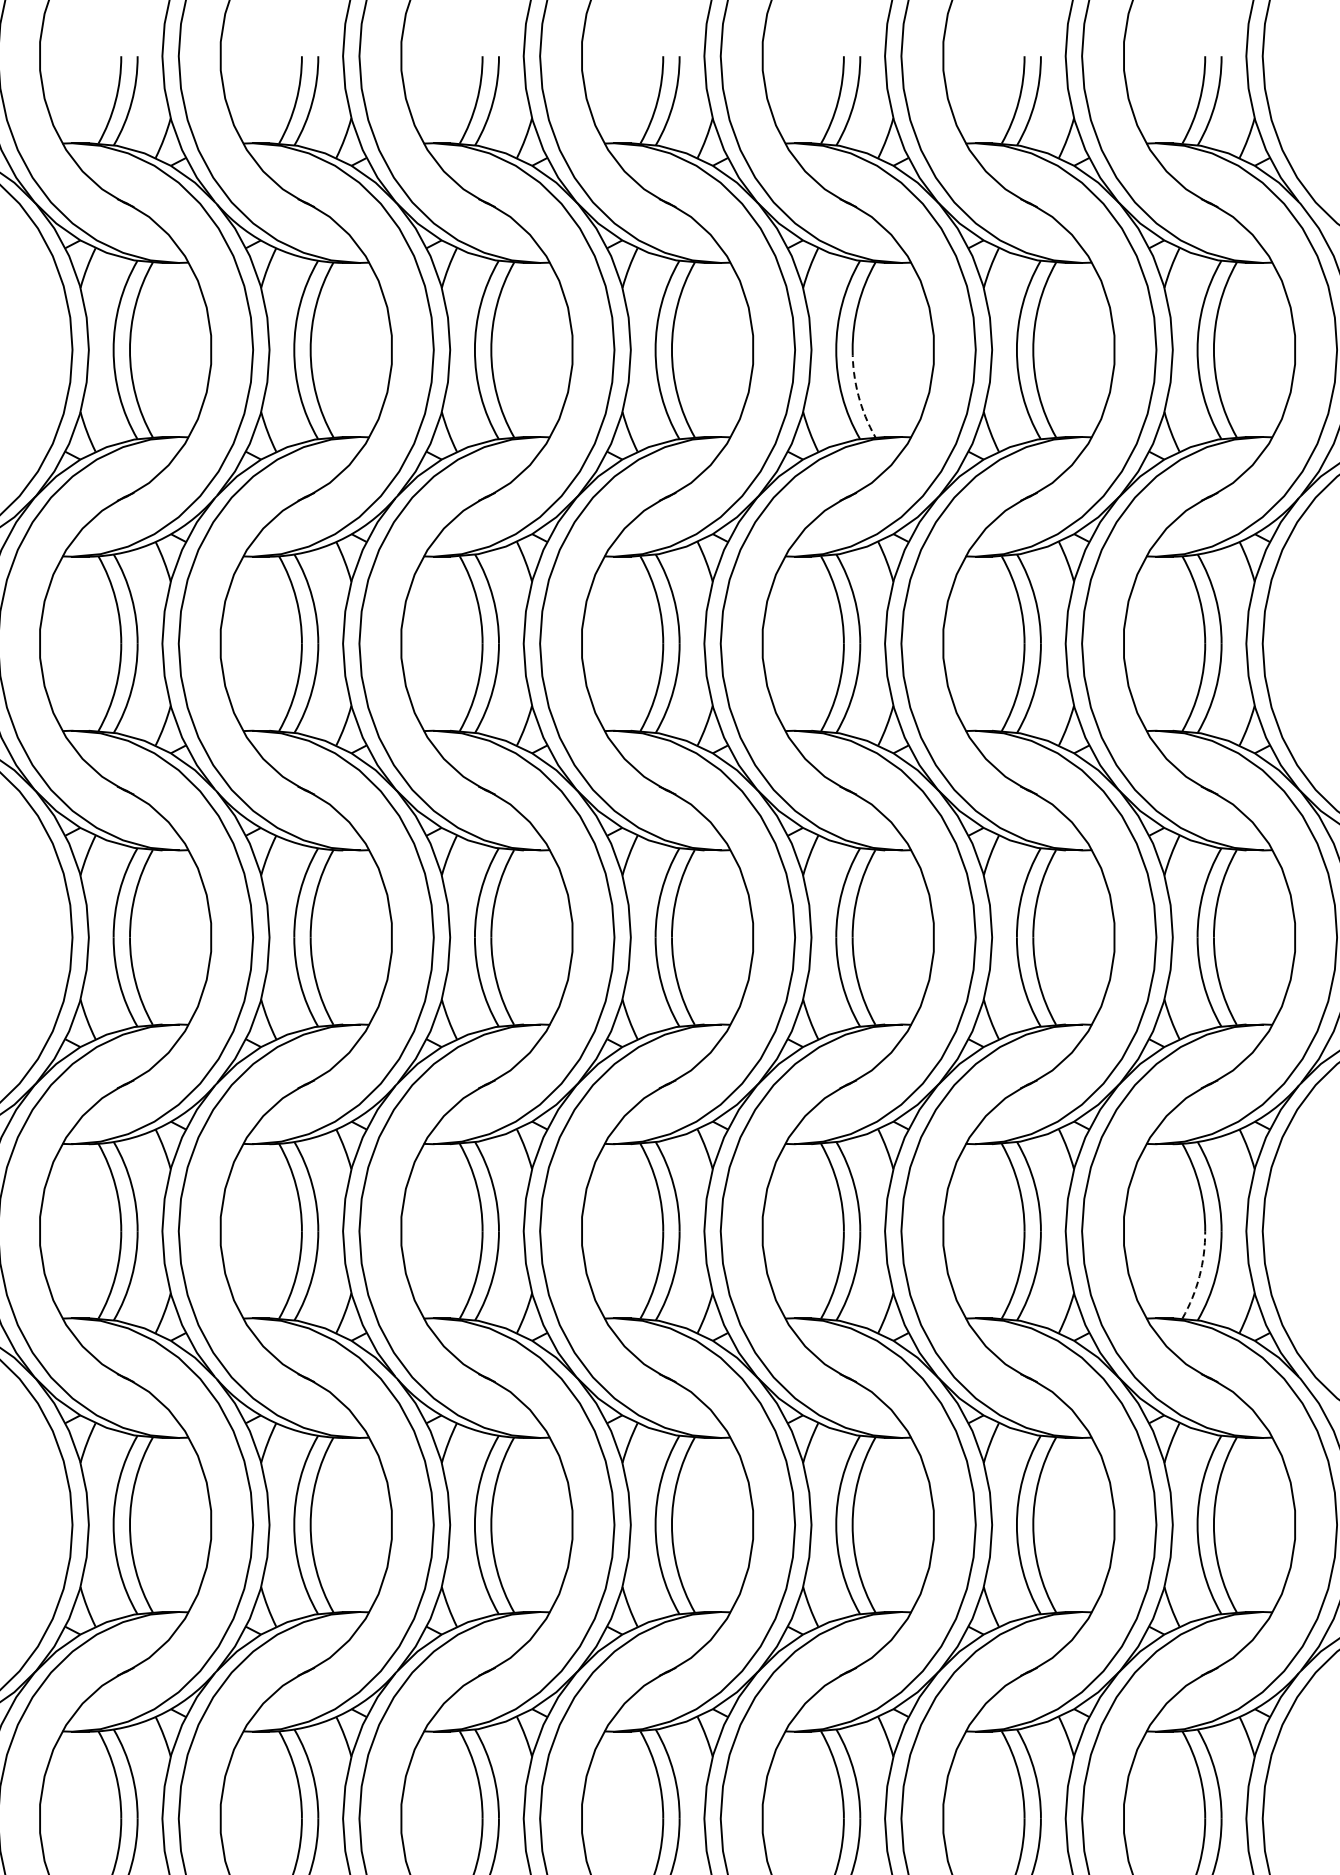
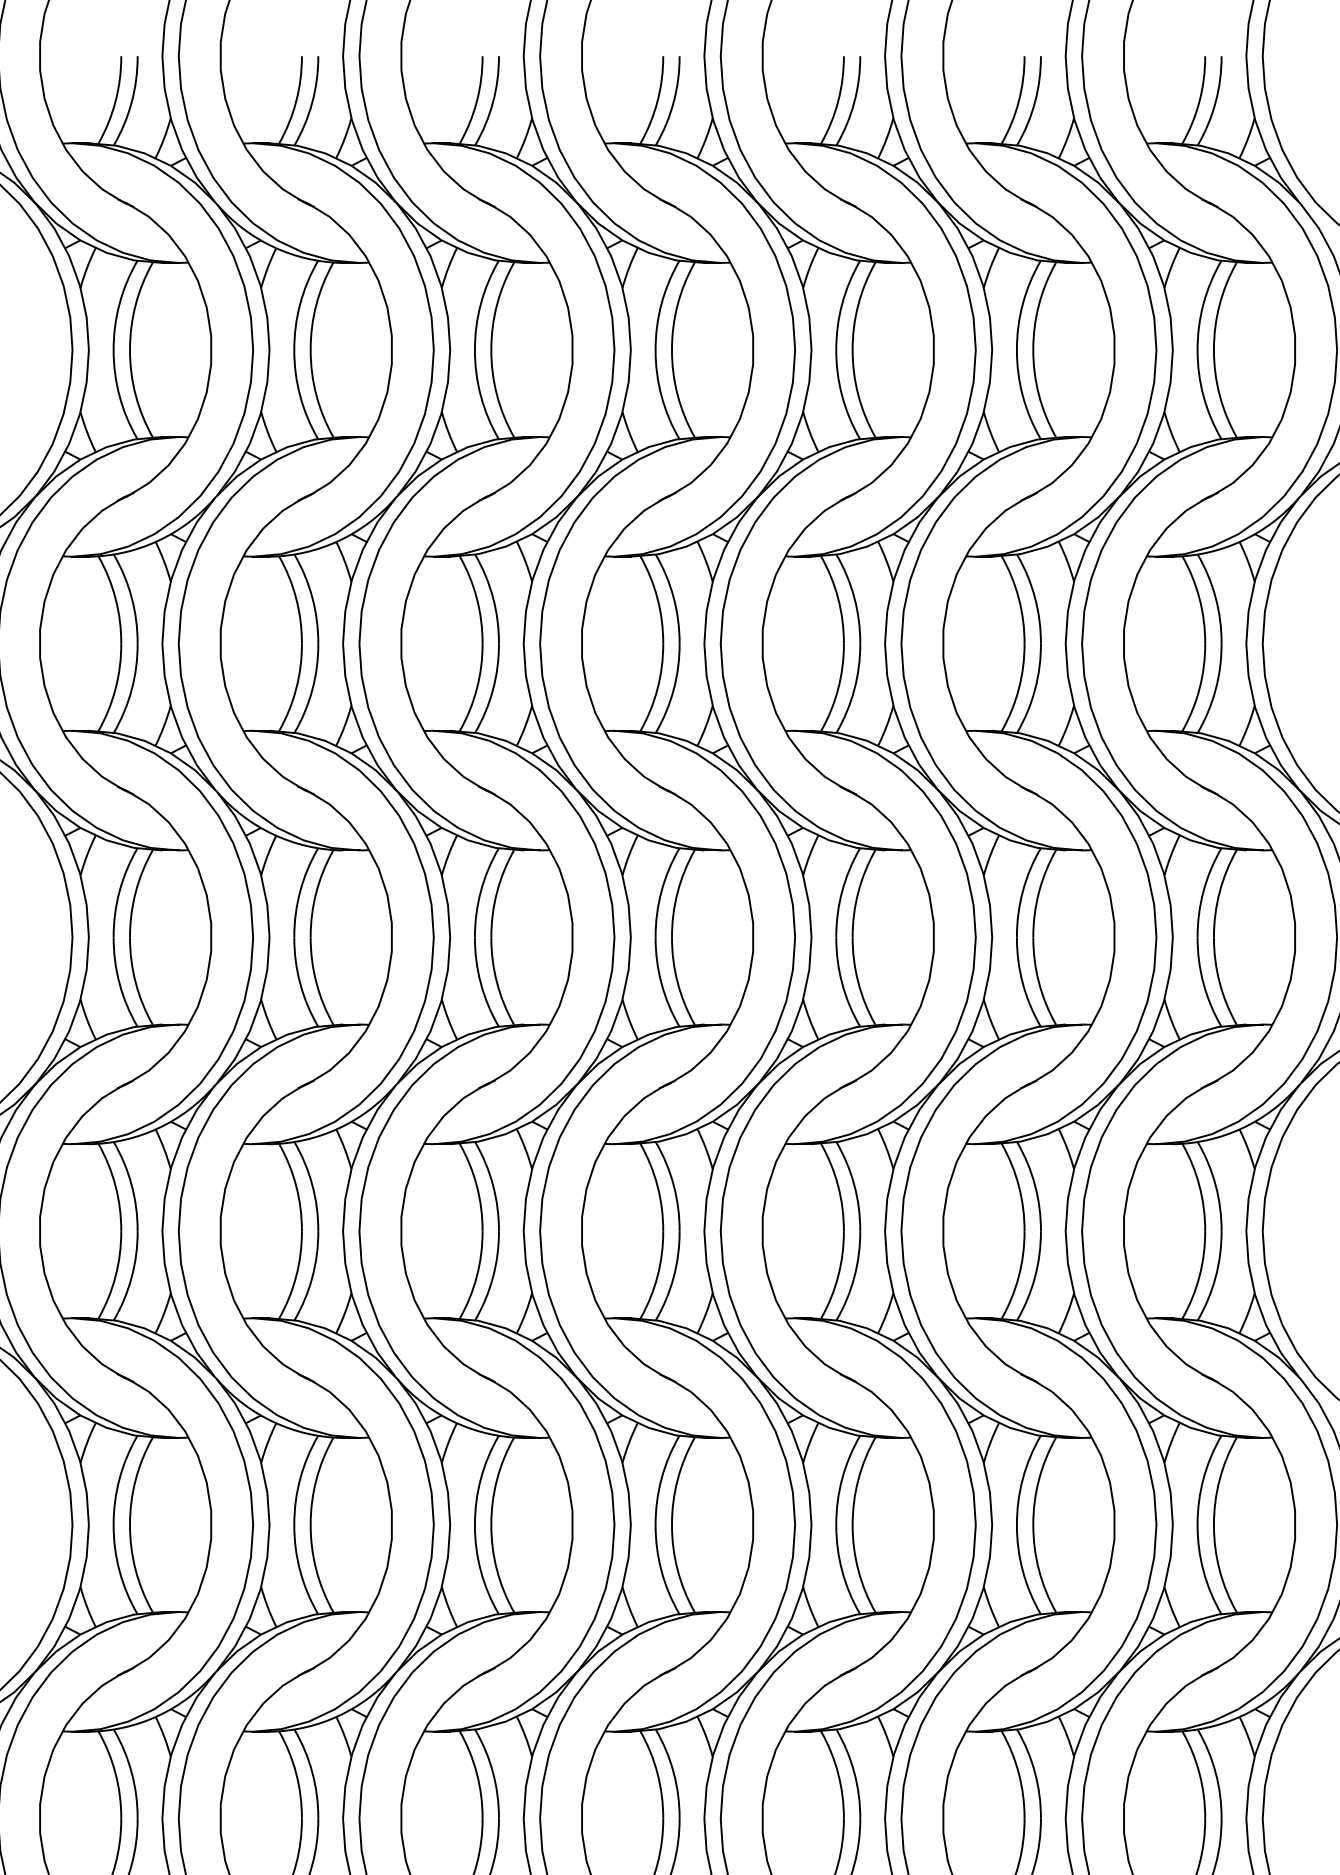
arc at (858, 395): dashed -> solid
arc at (1199, 1276): dashed -> solid
